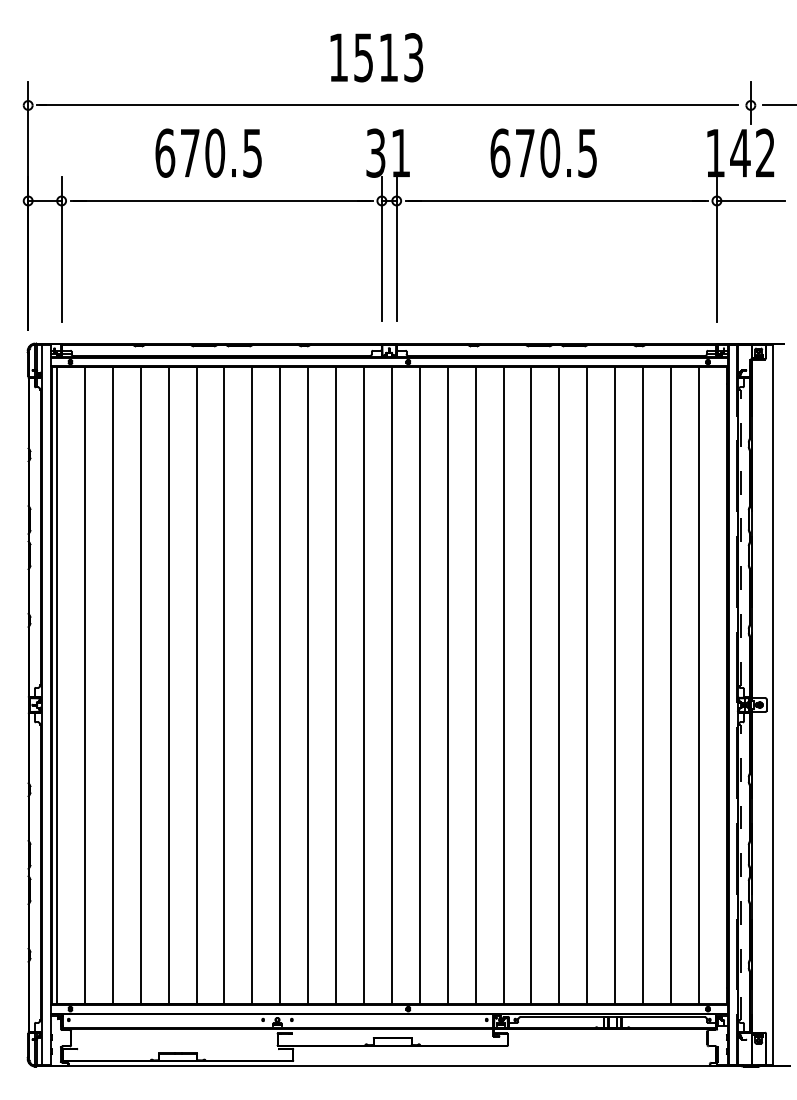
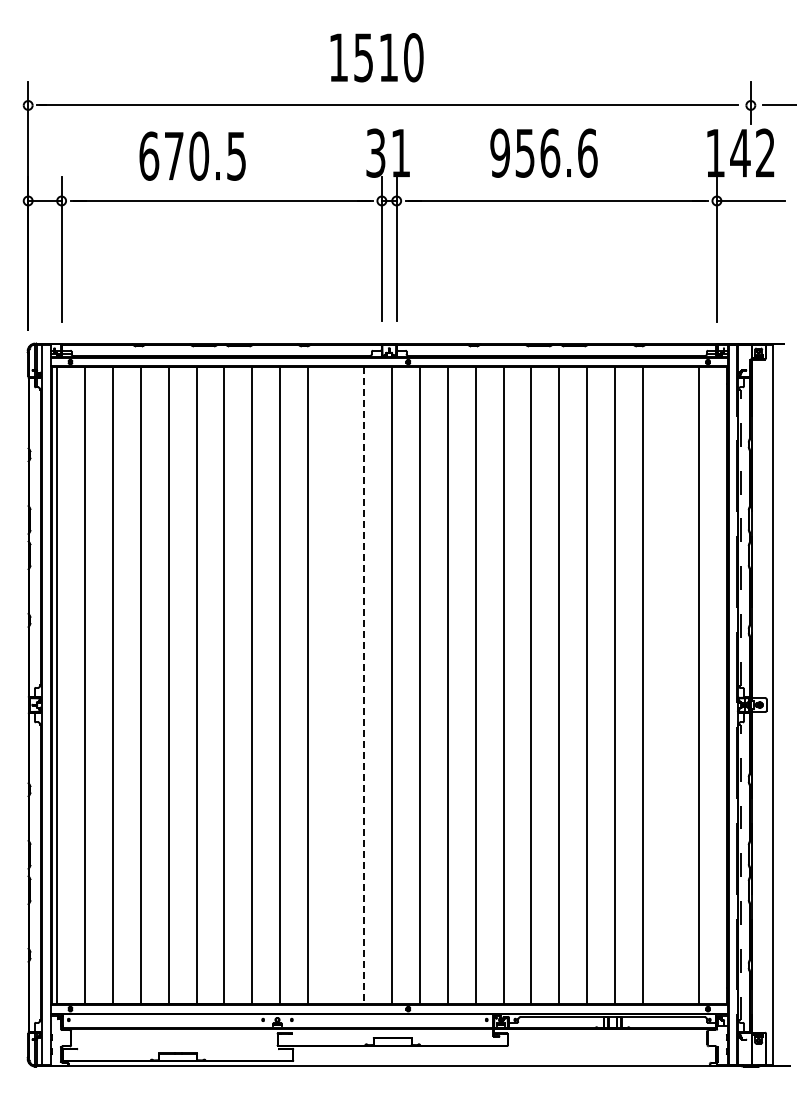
text at (413, 57): 1513 -> 1510
text at (208, 152) position: (208, 152) -> (192, 155)
text at (543, 152): 670.5 -> 956.6
line at (336, 685): present -> none
line at (364, 685): solid -> dashed
line at (670, 685): present -> none
